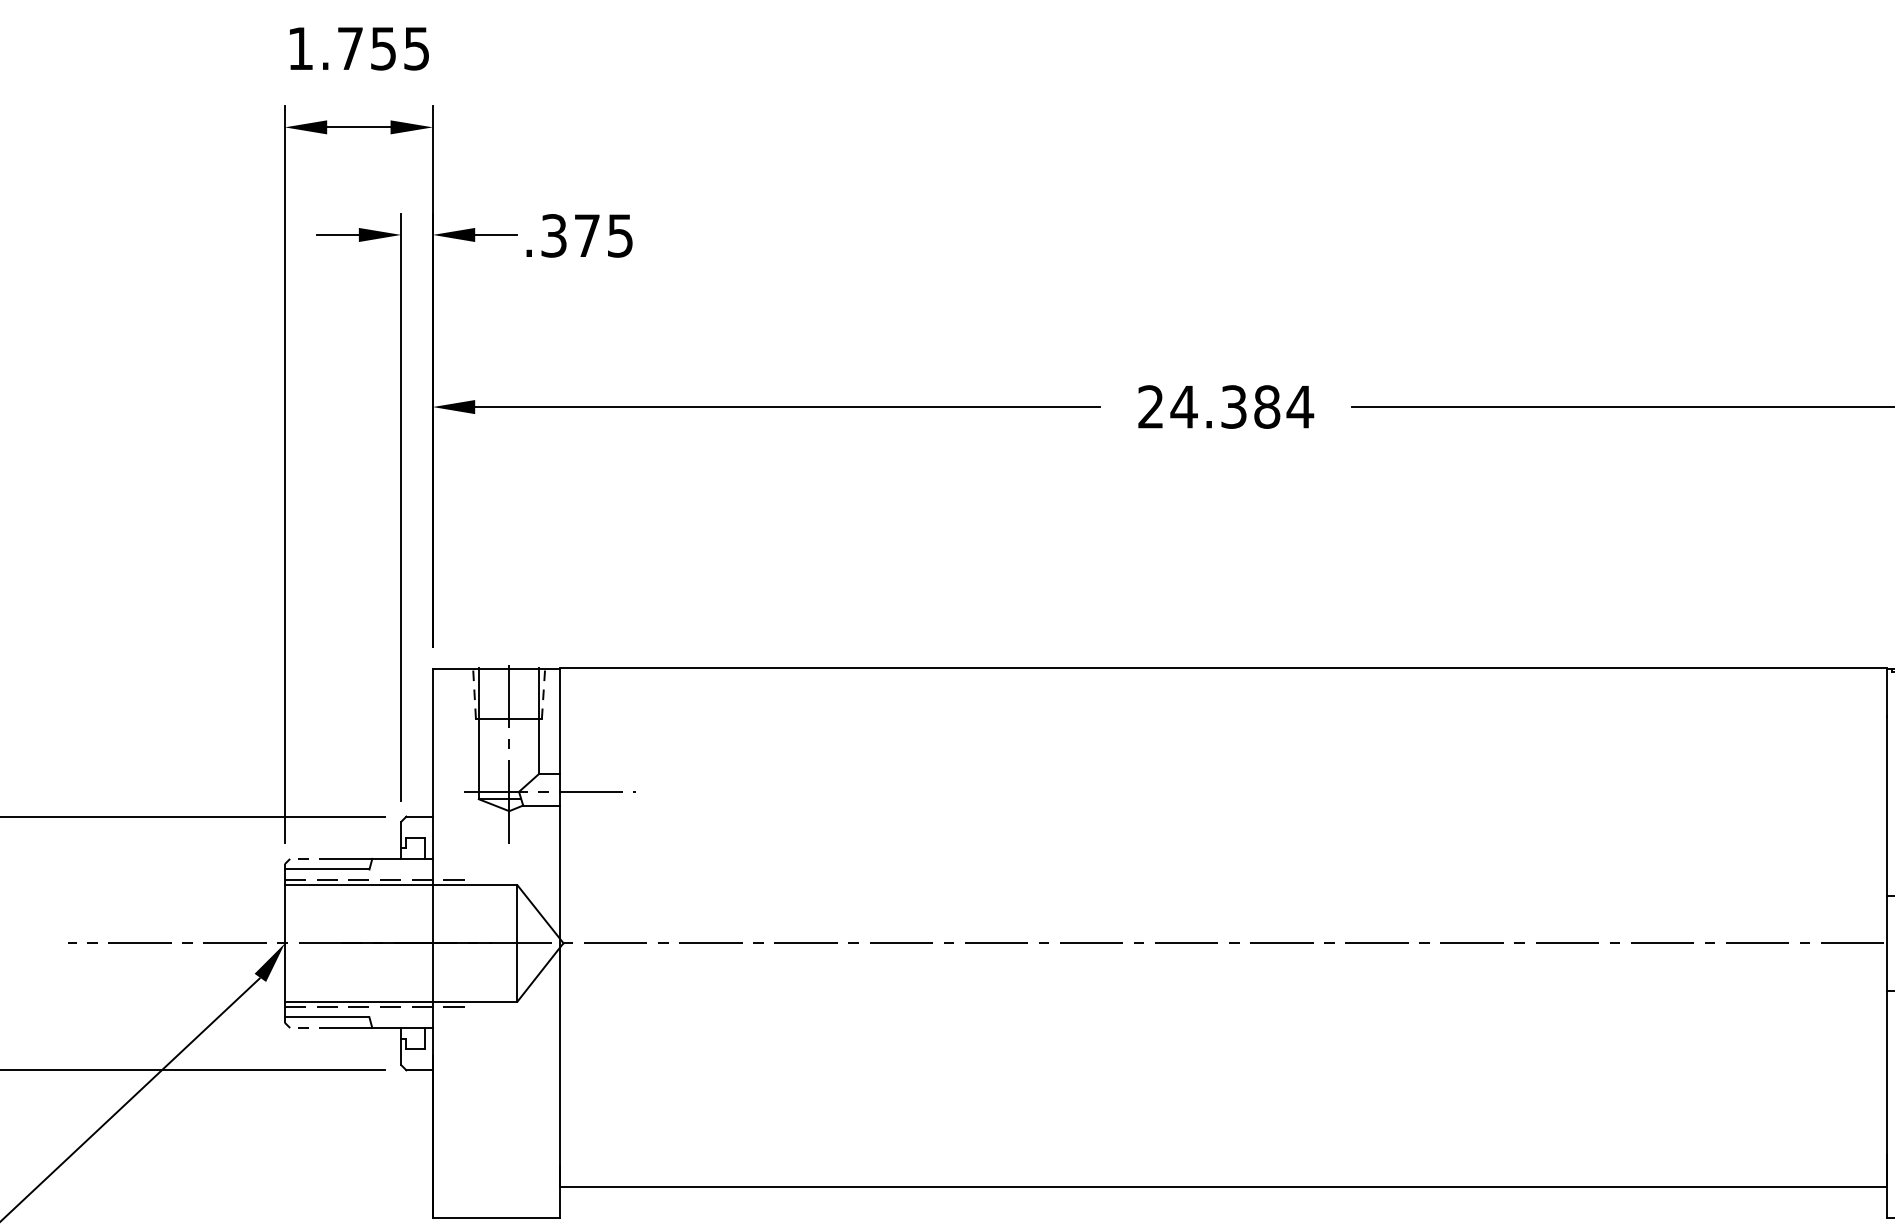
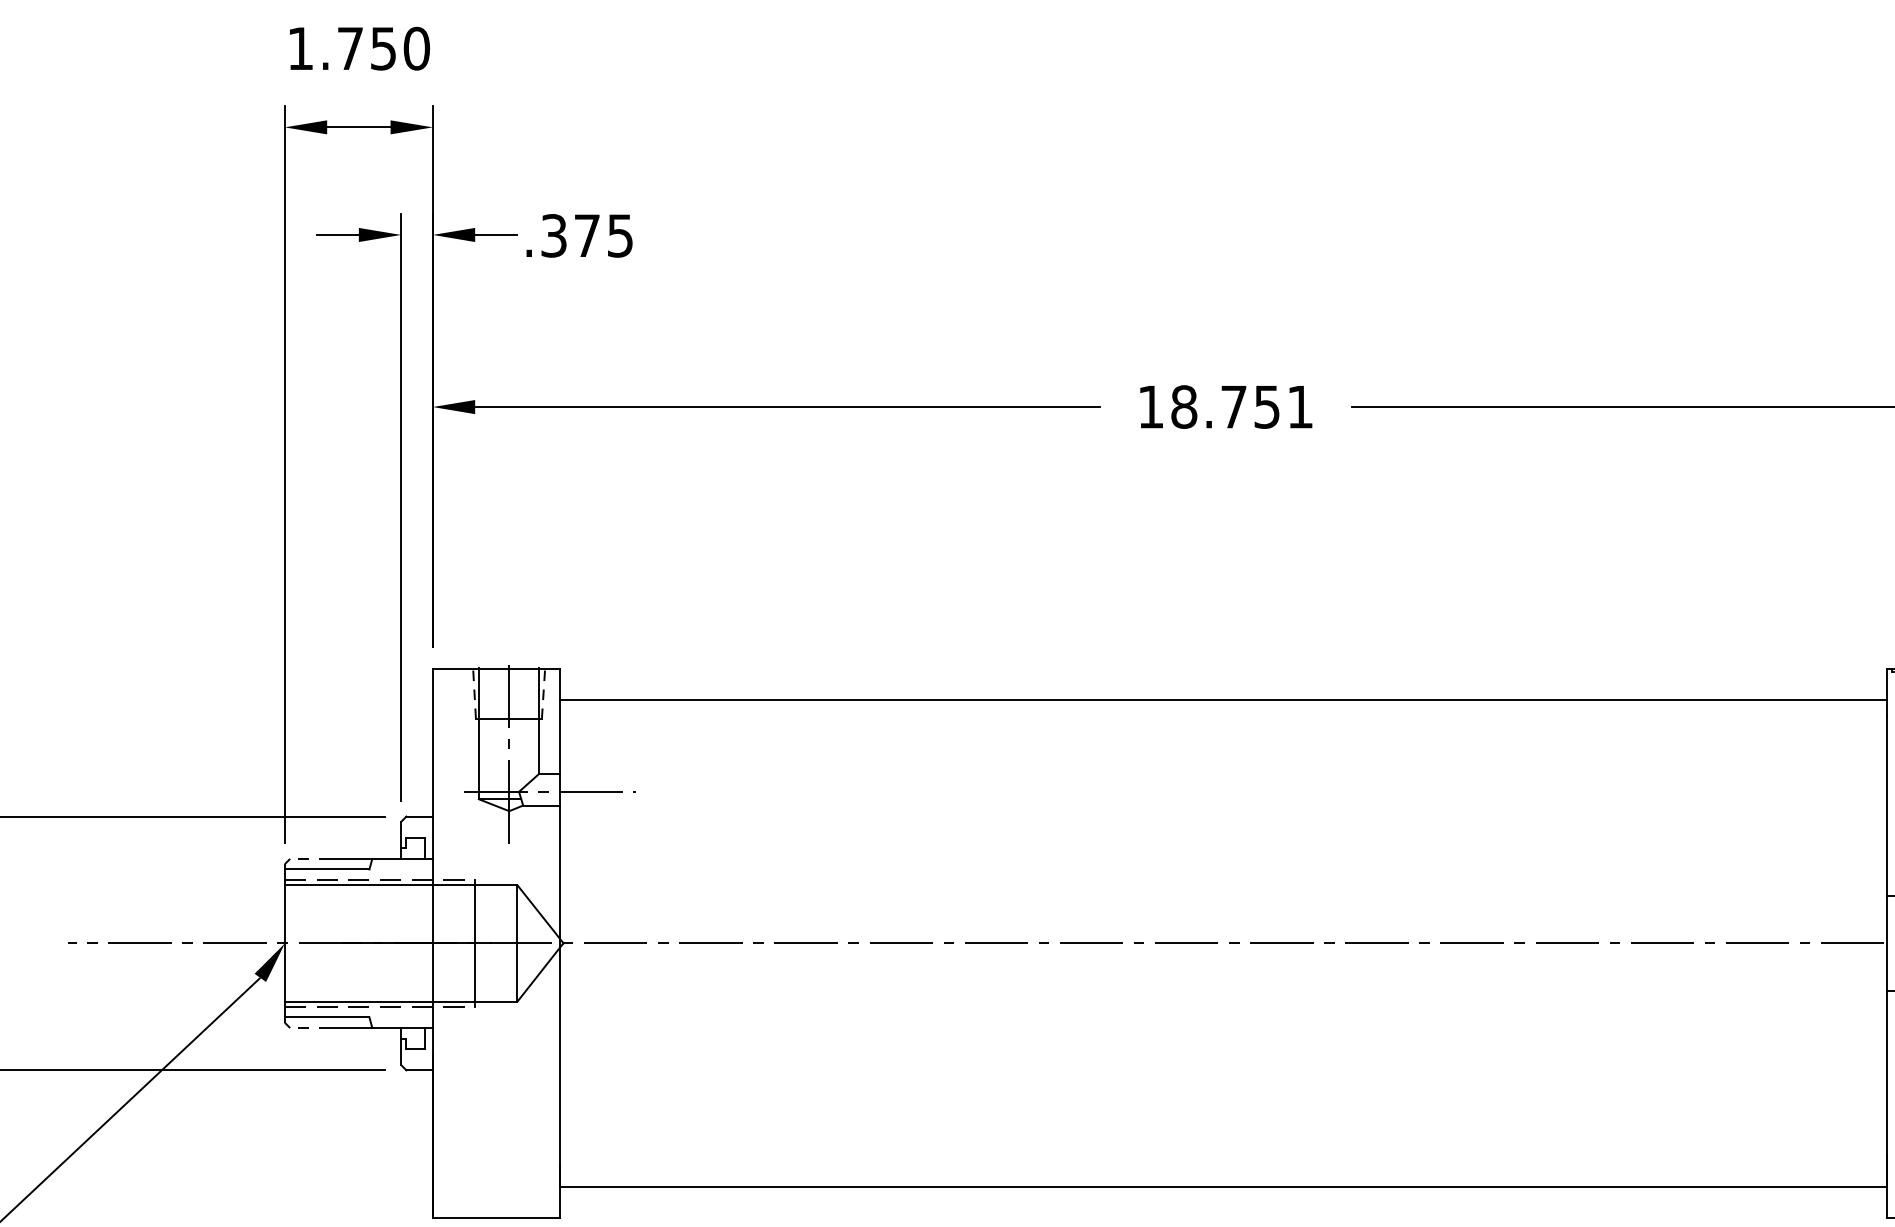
text at (416, 48): 1.755 -> 1.750
text at (1226, 406): 24.384 -> 18.751
line at (1222, 668) position: (1222, 668) -> (1222, 700)
line at (475, 943): none -> present
